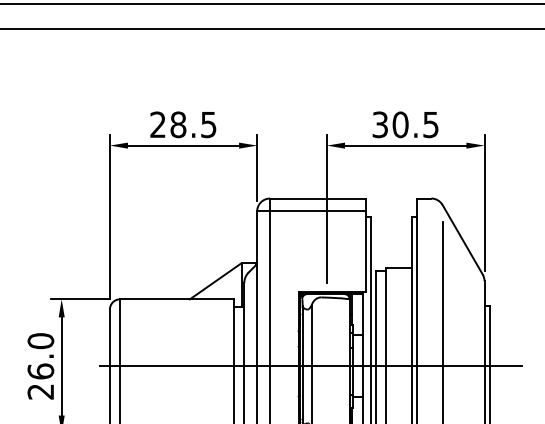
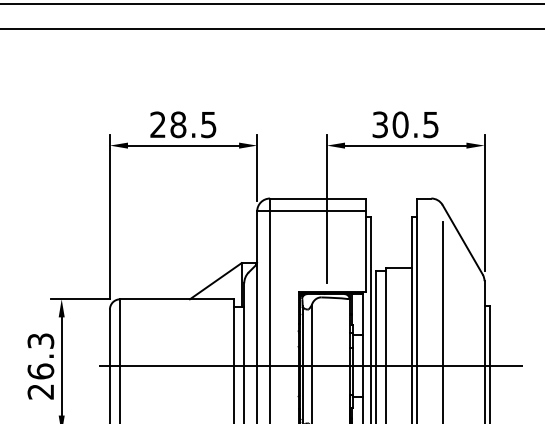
text at (40, 341): 26.0 -> 26.3
